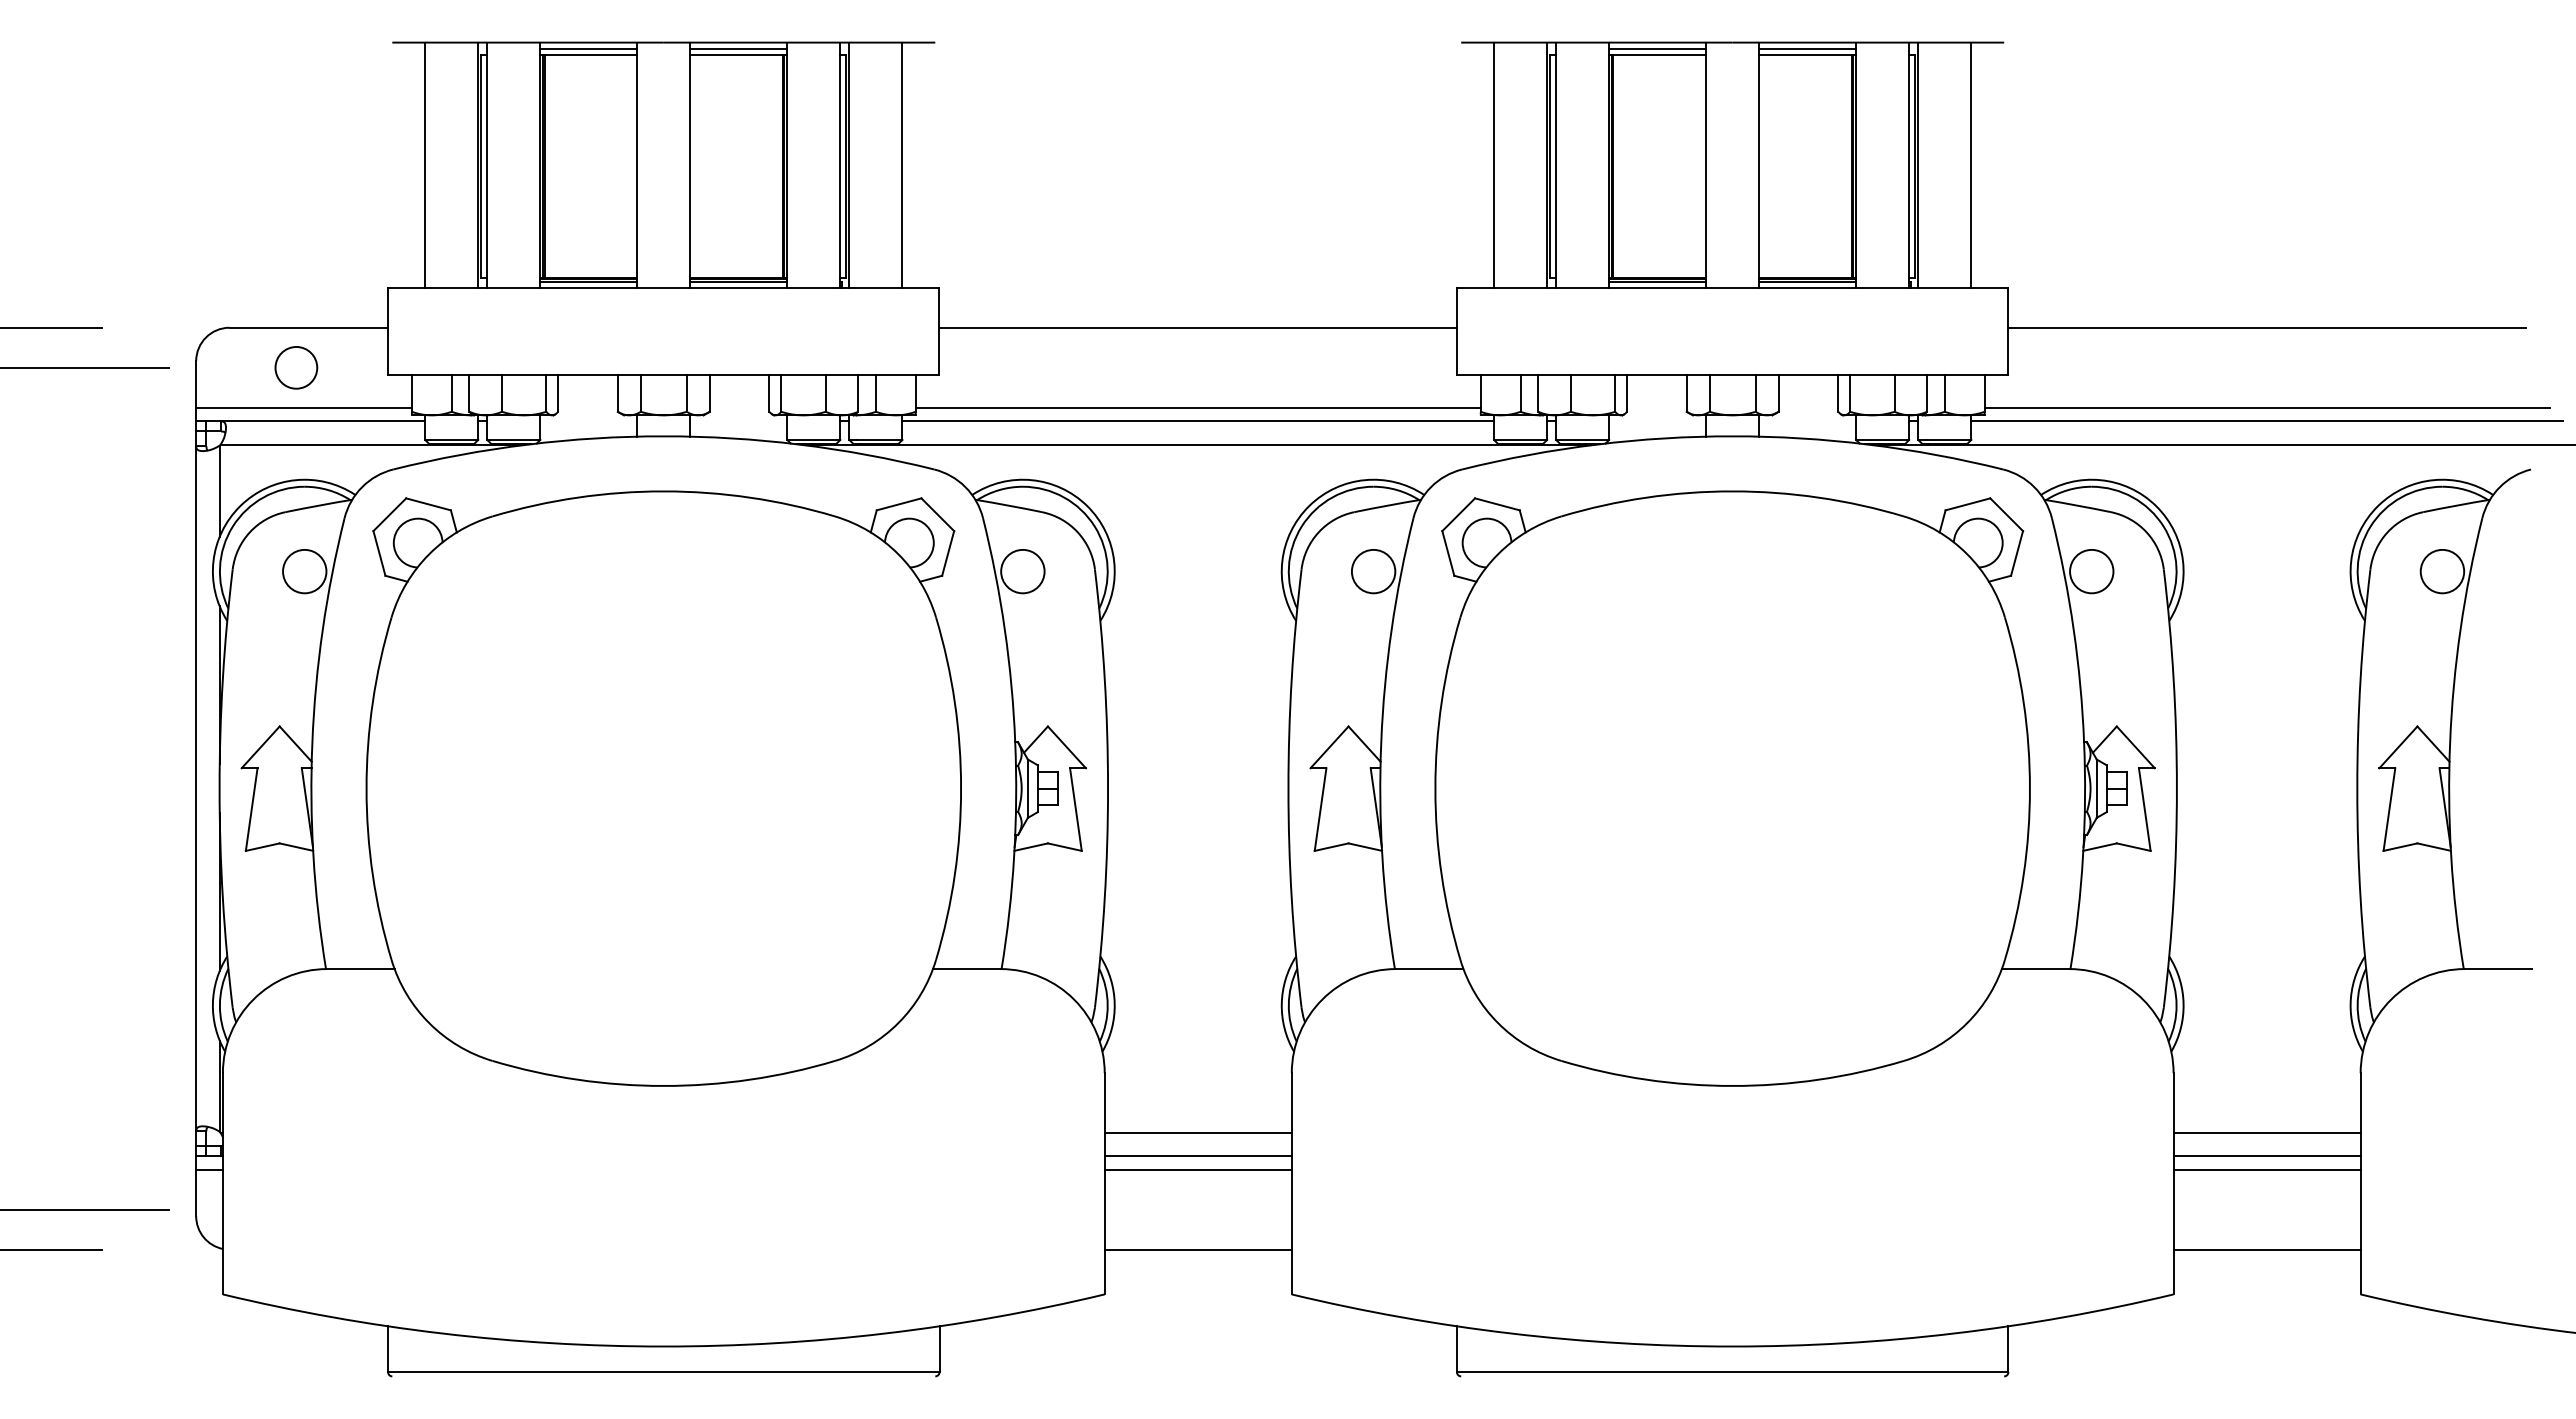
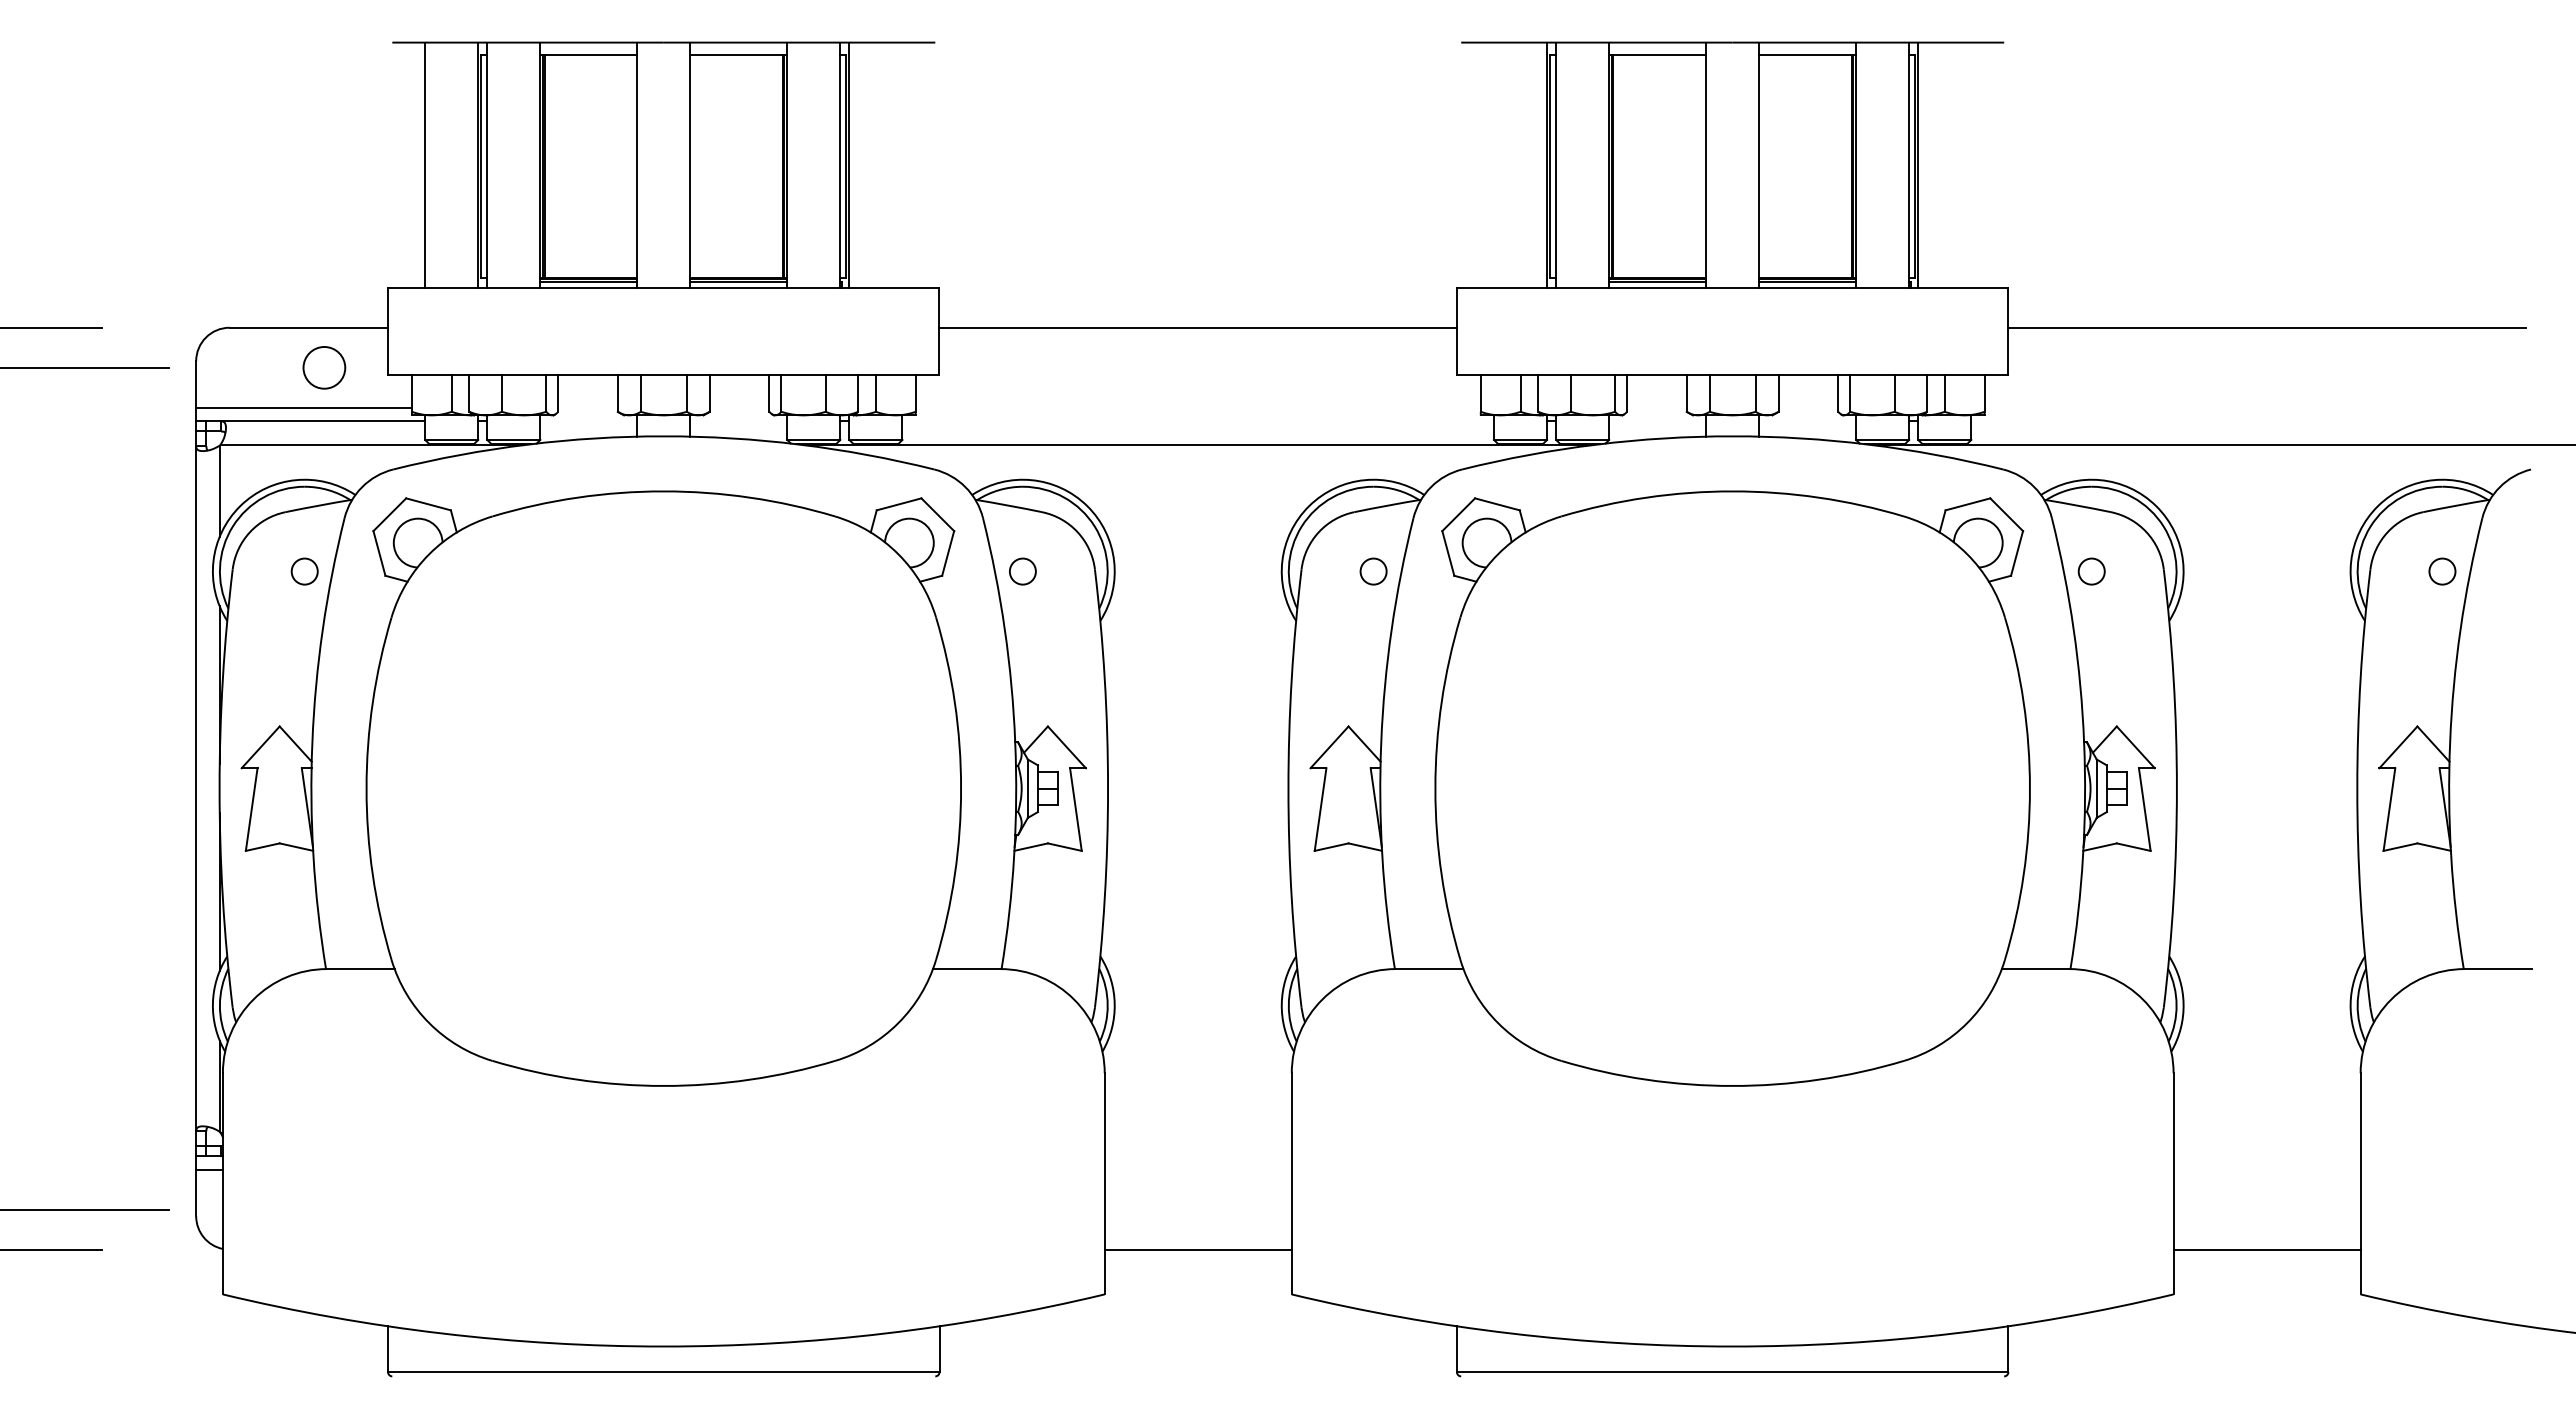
line at (588, 49): present -> none
line at (738, 49): present -> none
line at (1657, 49): present -> none
line at (1807, 49): present -> none
line at (902, 164): present -> none
line at (1494, 164): present -> none
line at (1971, 164): present -> none
circle at (296, 367) position: (296, 367) -> (324, 367)
line at (1197, 407): present -> none
line at (2266, 407): present -> none
line at (1198, 421): present -> none
line at (2266, 421): present -> none
circle at (304, 571) diameter: 43 px -> 26 px
circle at (1022, 571) diameter: 43 px -> 26 px
circle at (1373, 571) diameter: 43 px -> 26 px
circle at (2091, 571) diameter: 43 px -> 26 px
circle at (2442, 571) diameter: 43 px -> 26 px
line at (1197, 1132): present -> none
line at (2266, 1132): present -> none
line at (1197, 1156): present -> none
line at (2266, 1156): present -> none
line at (1197, 1169): present -> none
line at (2266, 1169): present -> none
